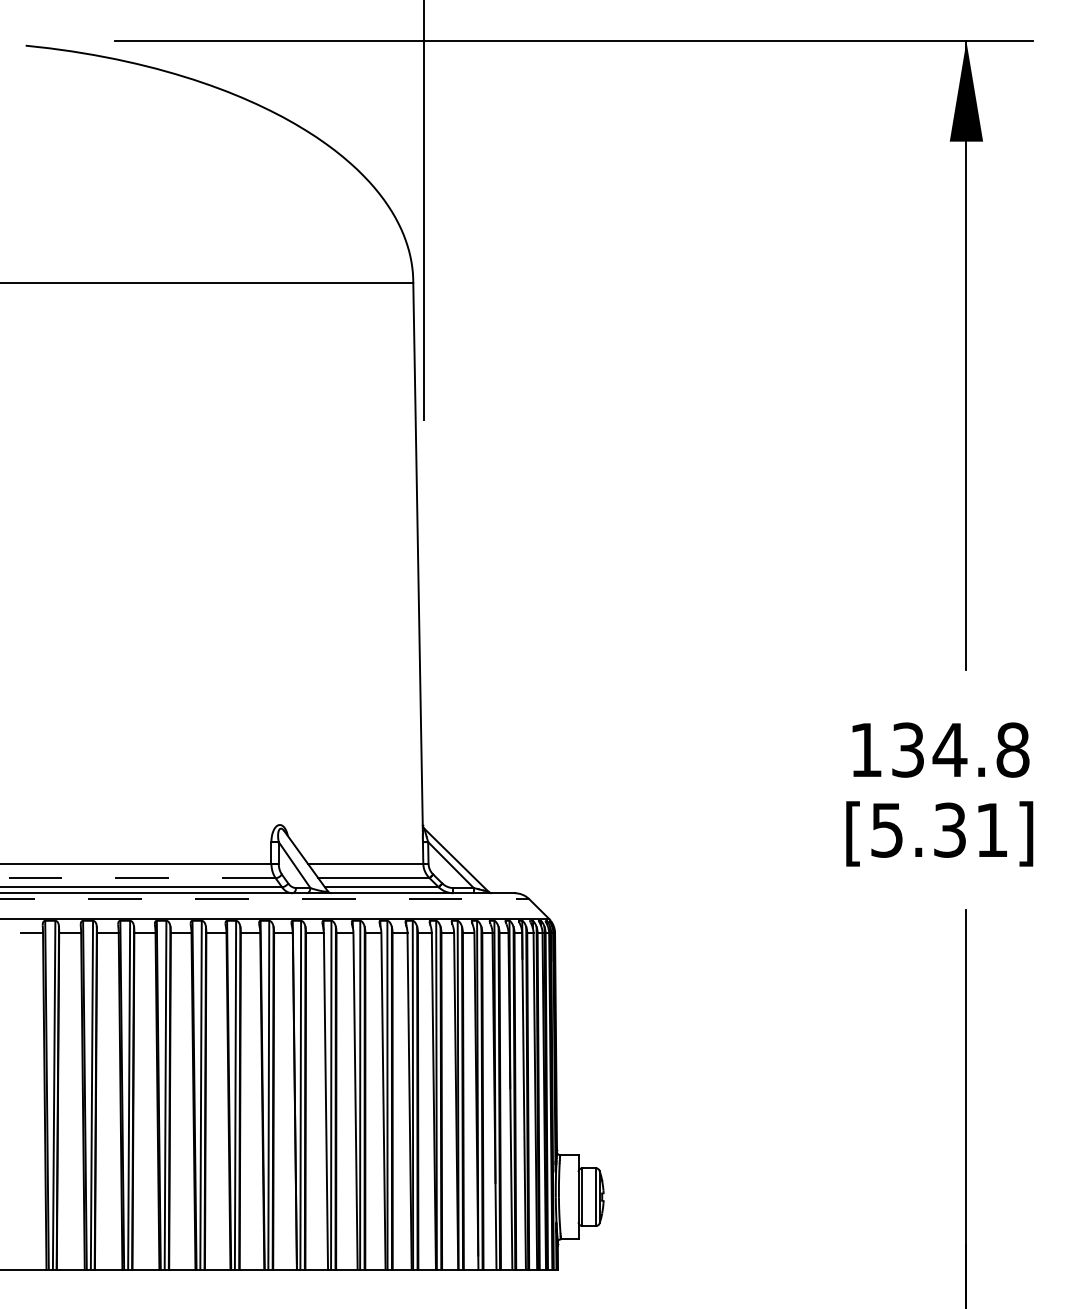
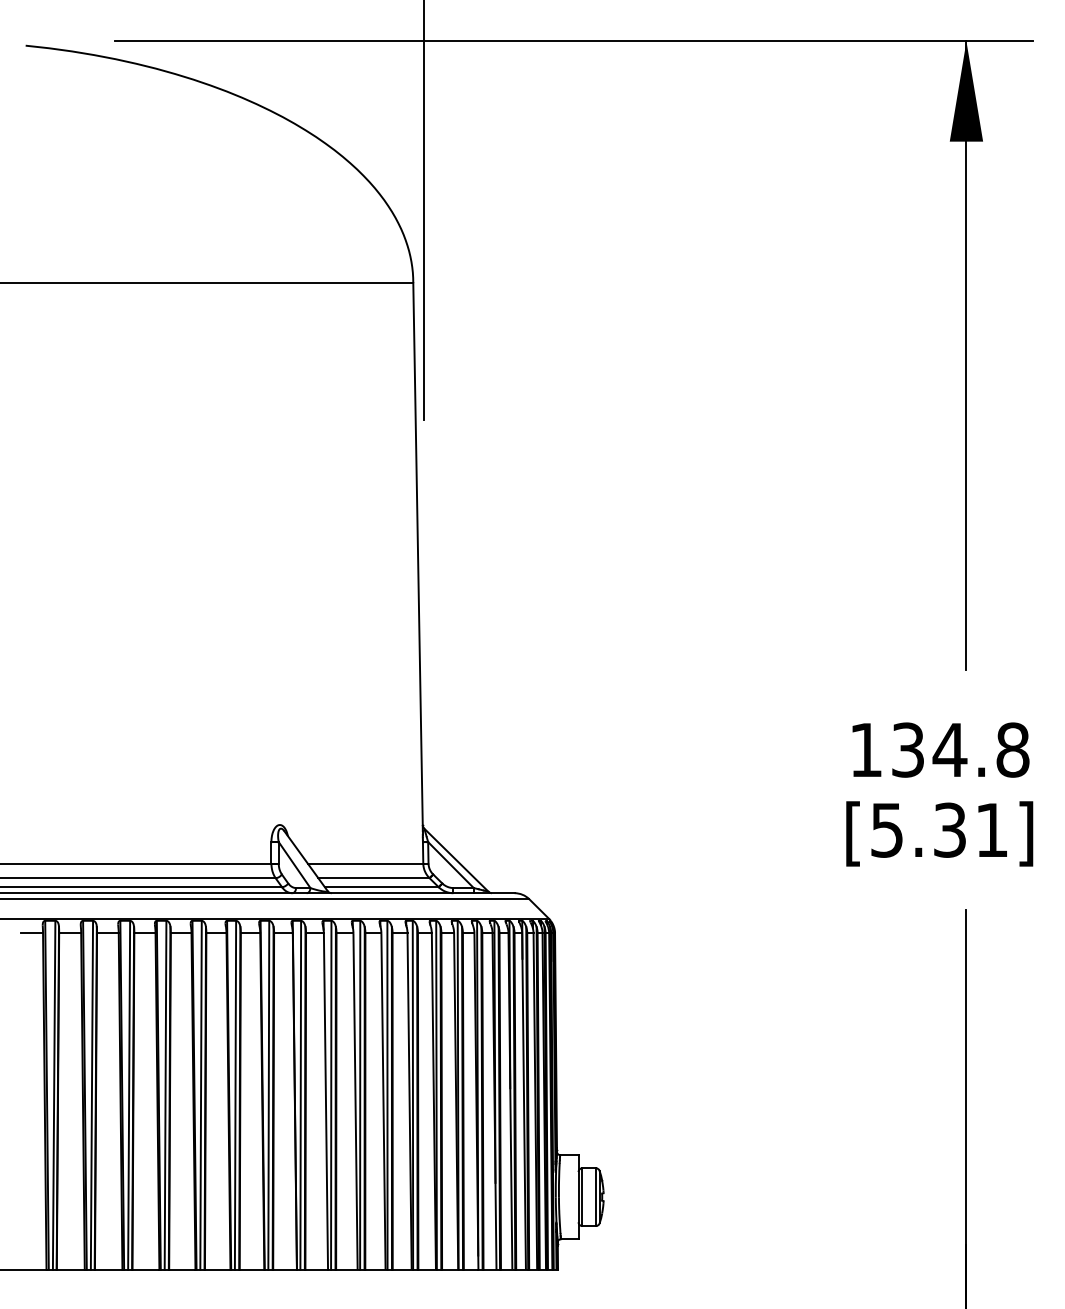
line at (138, 878): dashed -> solid
line at (265, 899): dashed -> solid
